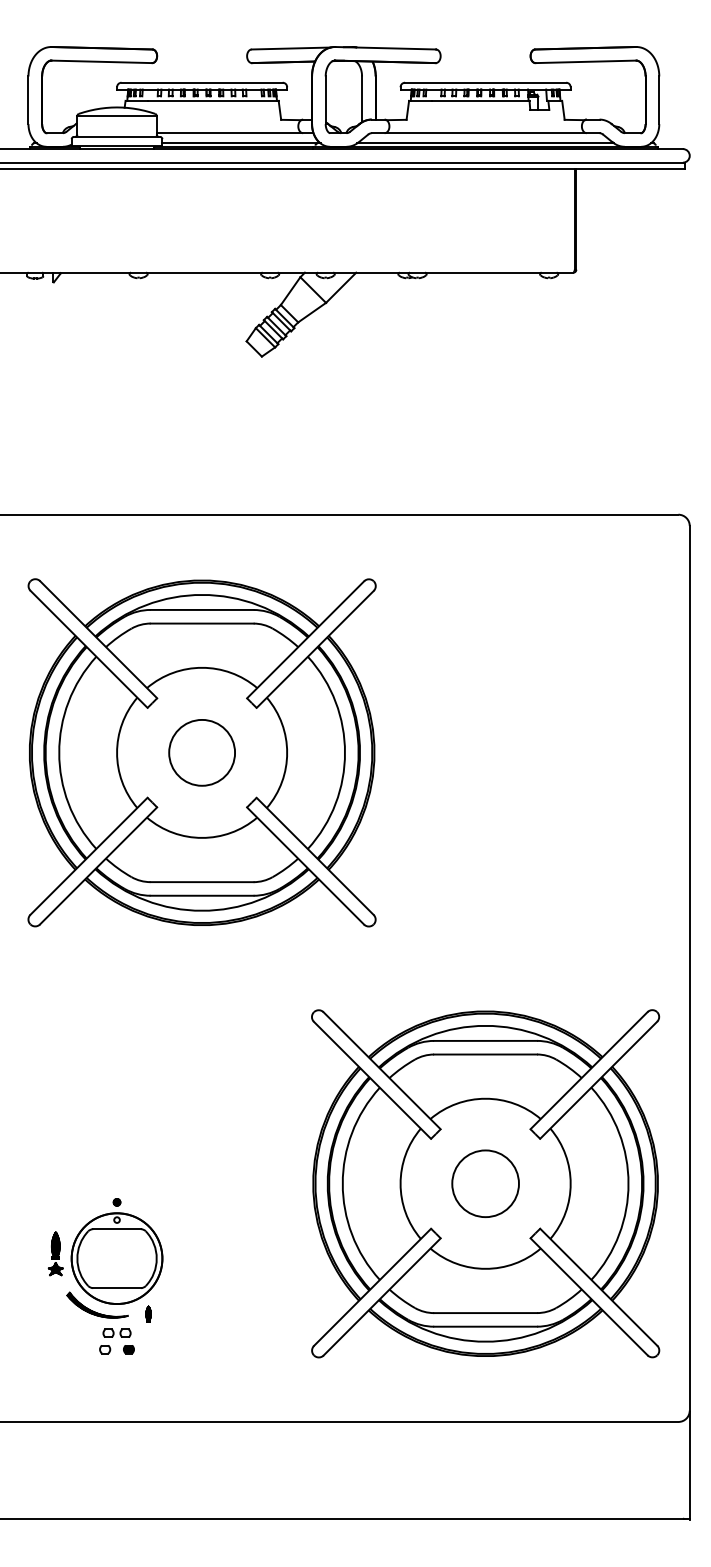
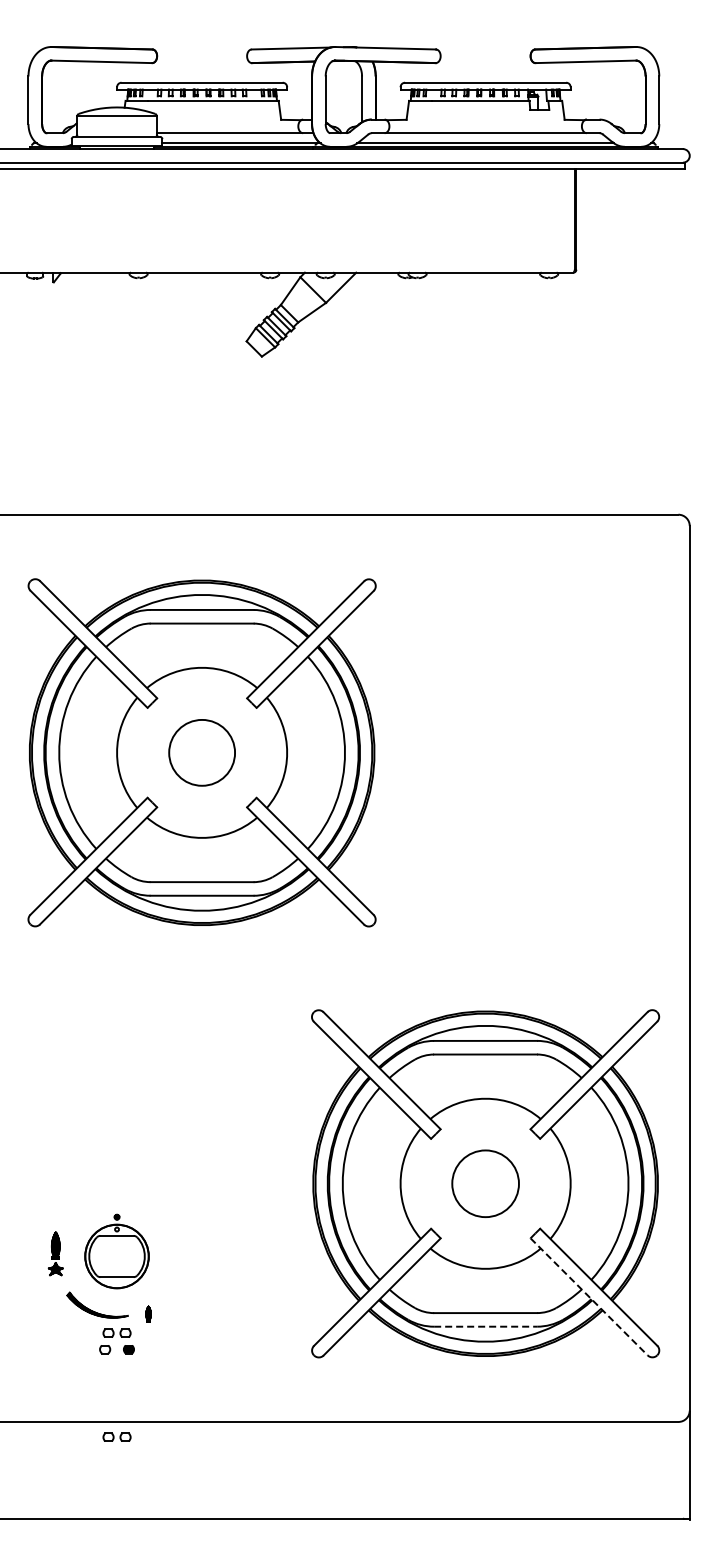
part at (116, 1251) size: 94x107 px -> 66x77 px
line at (589, 1296): solid -> dashed
line at (485, 1326): solid -> dashed
part at (116, 1436): none -> present
